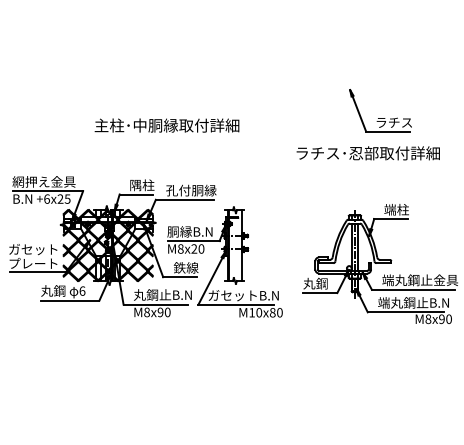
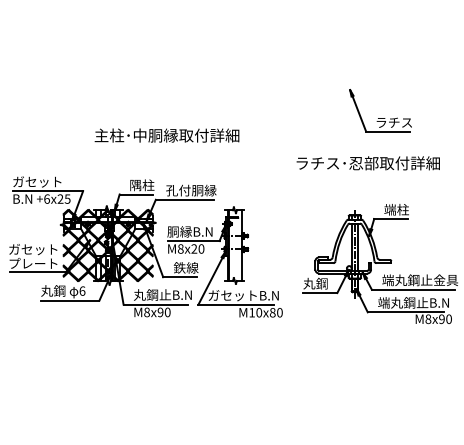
text at (166, 125) position: (166, 125) -> (166, 135)
text at (367, 153) position: (367, 153) -> (367, 163)
text at (43, 181): 網押え金具 -> ガセット
